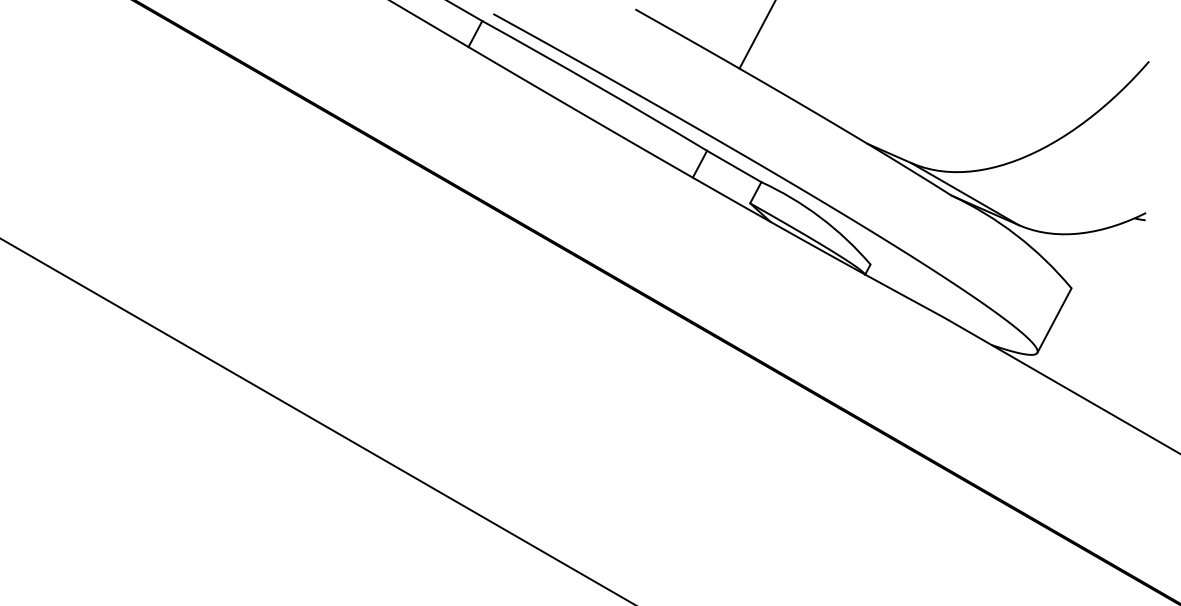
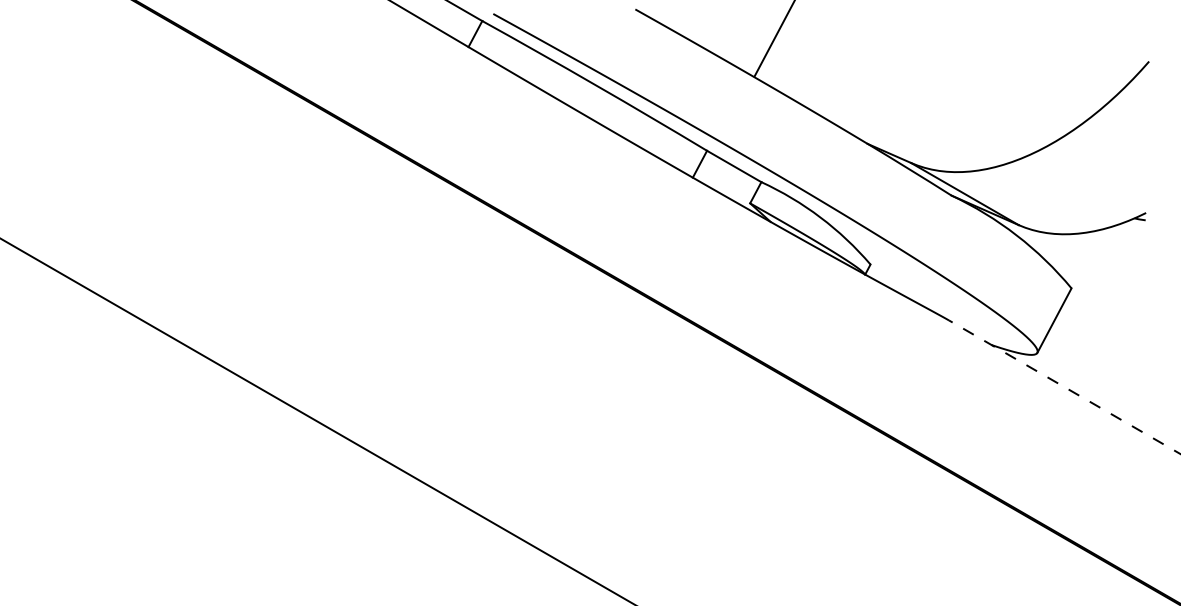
line at (756, 35) position: (756, 35) -> (773, 39)
line at (1064, 387): solid -> dashed
